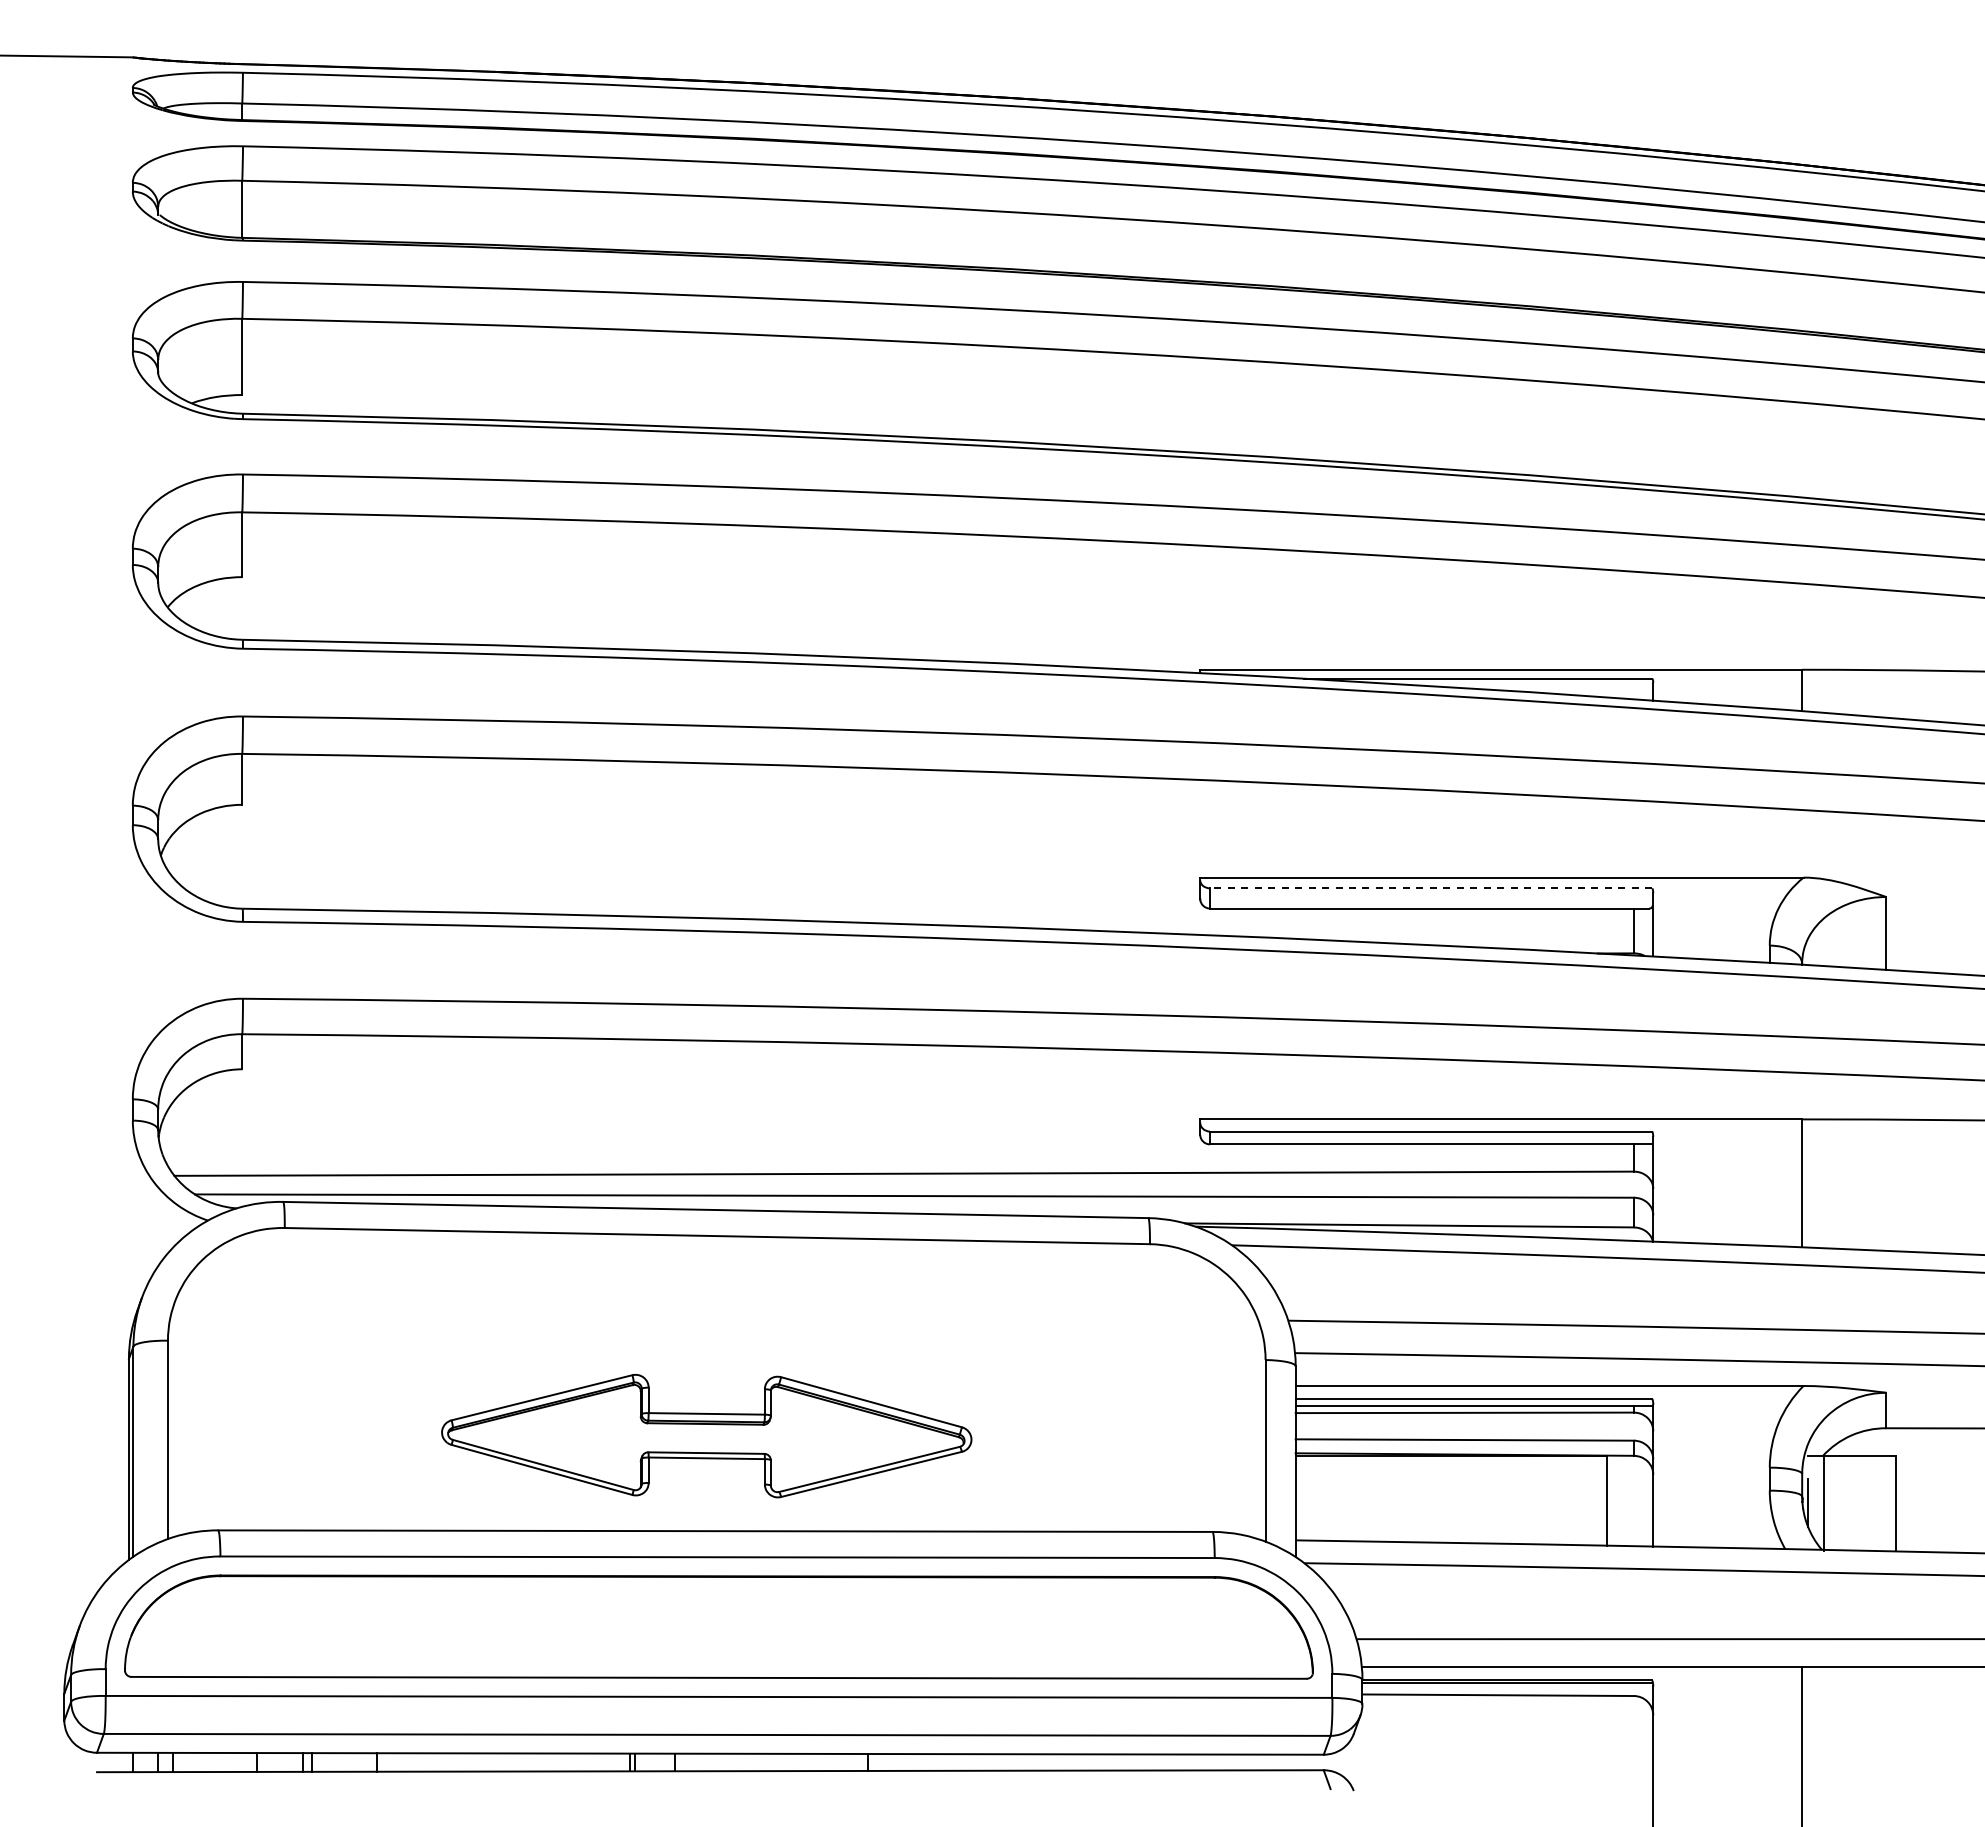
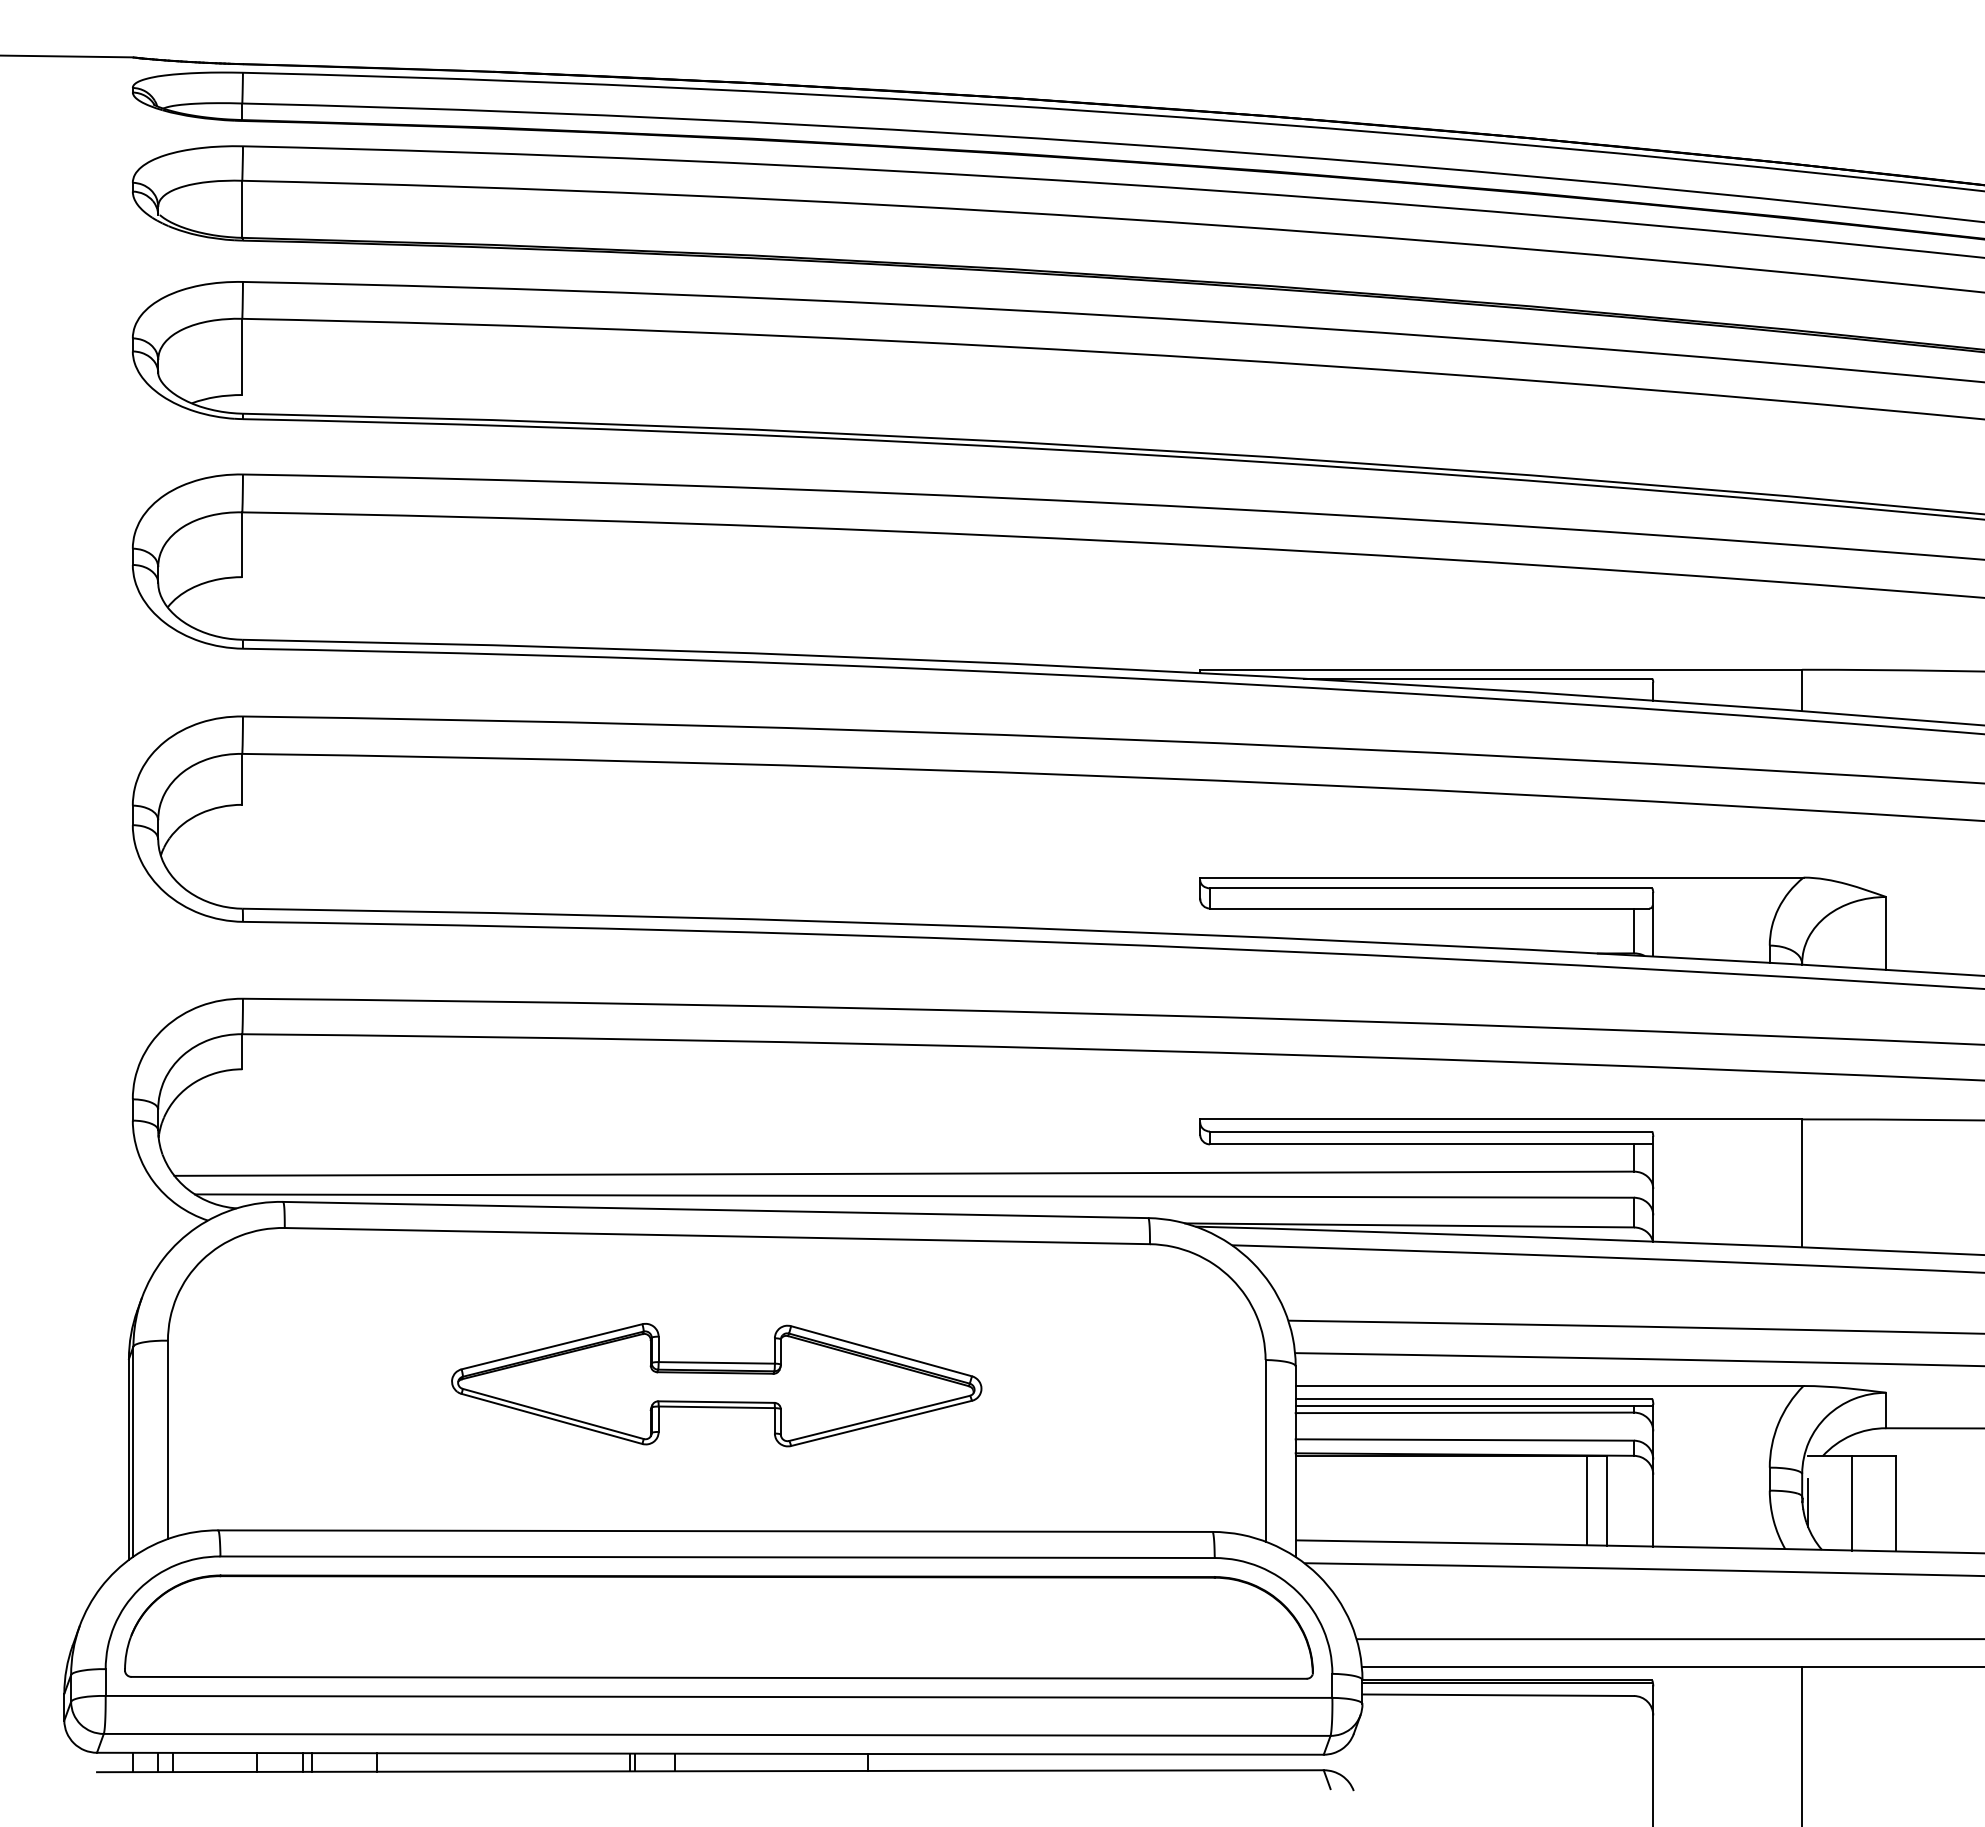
line at (1430, 888): dashed -> solid
part at (706, 1436) position: (706, 1436) -> (716, 1385)
line at (1587, 1500): none -> present
line at (1824, 1503) position: (1824, 1503) -> (1852, 1503)
